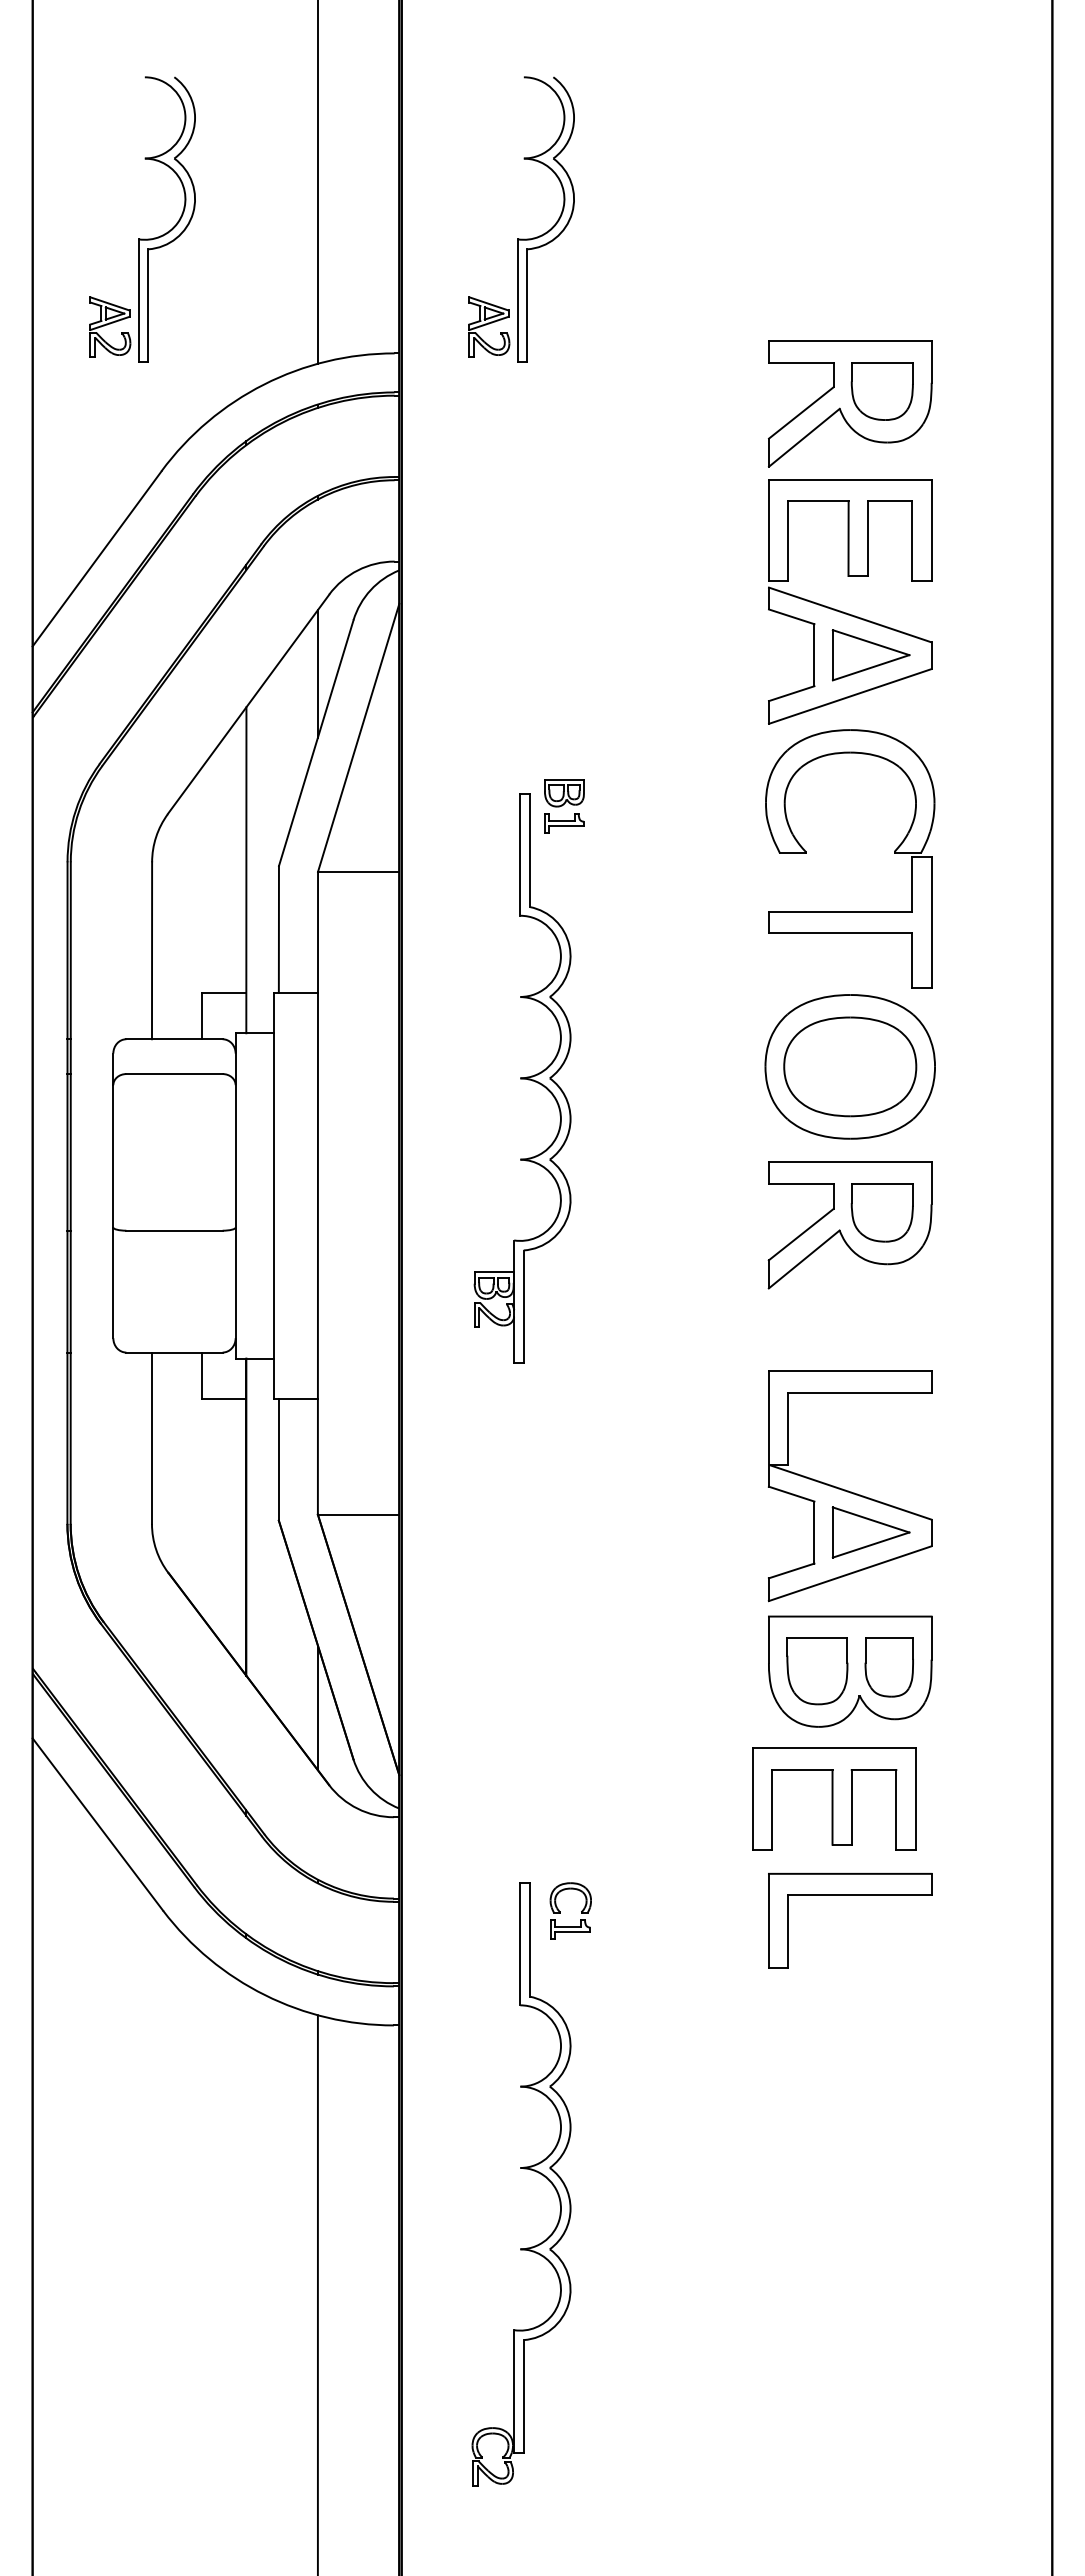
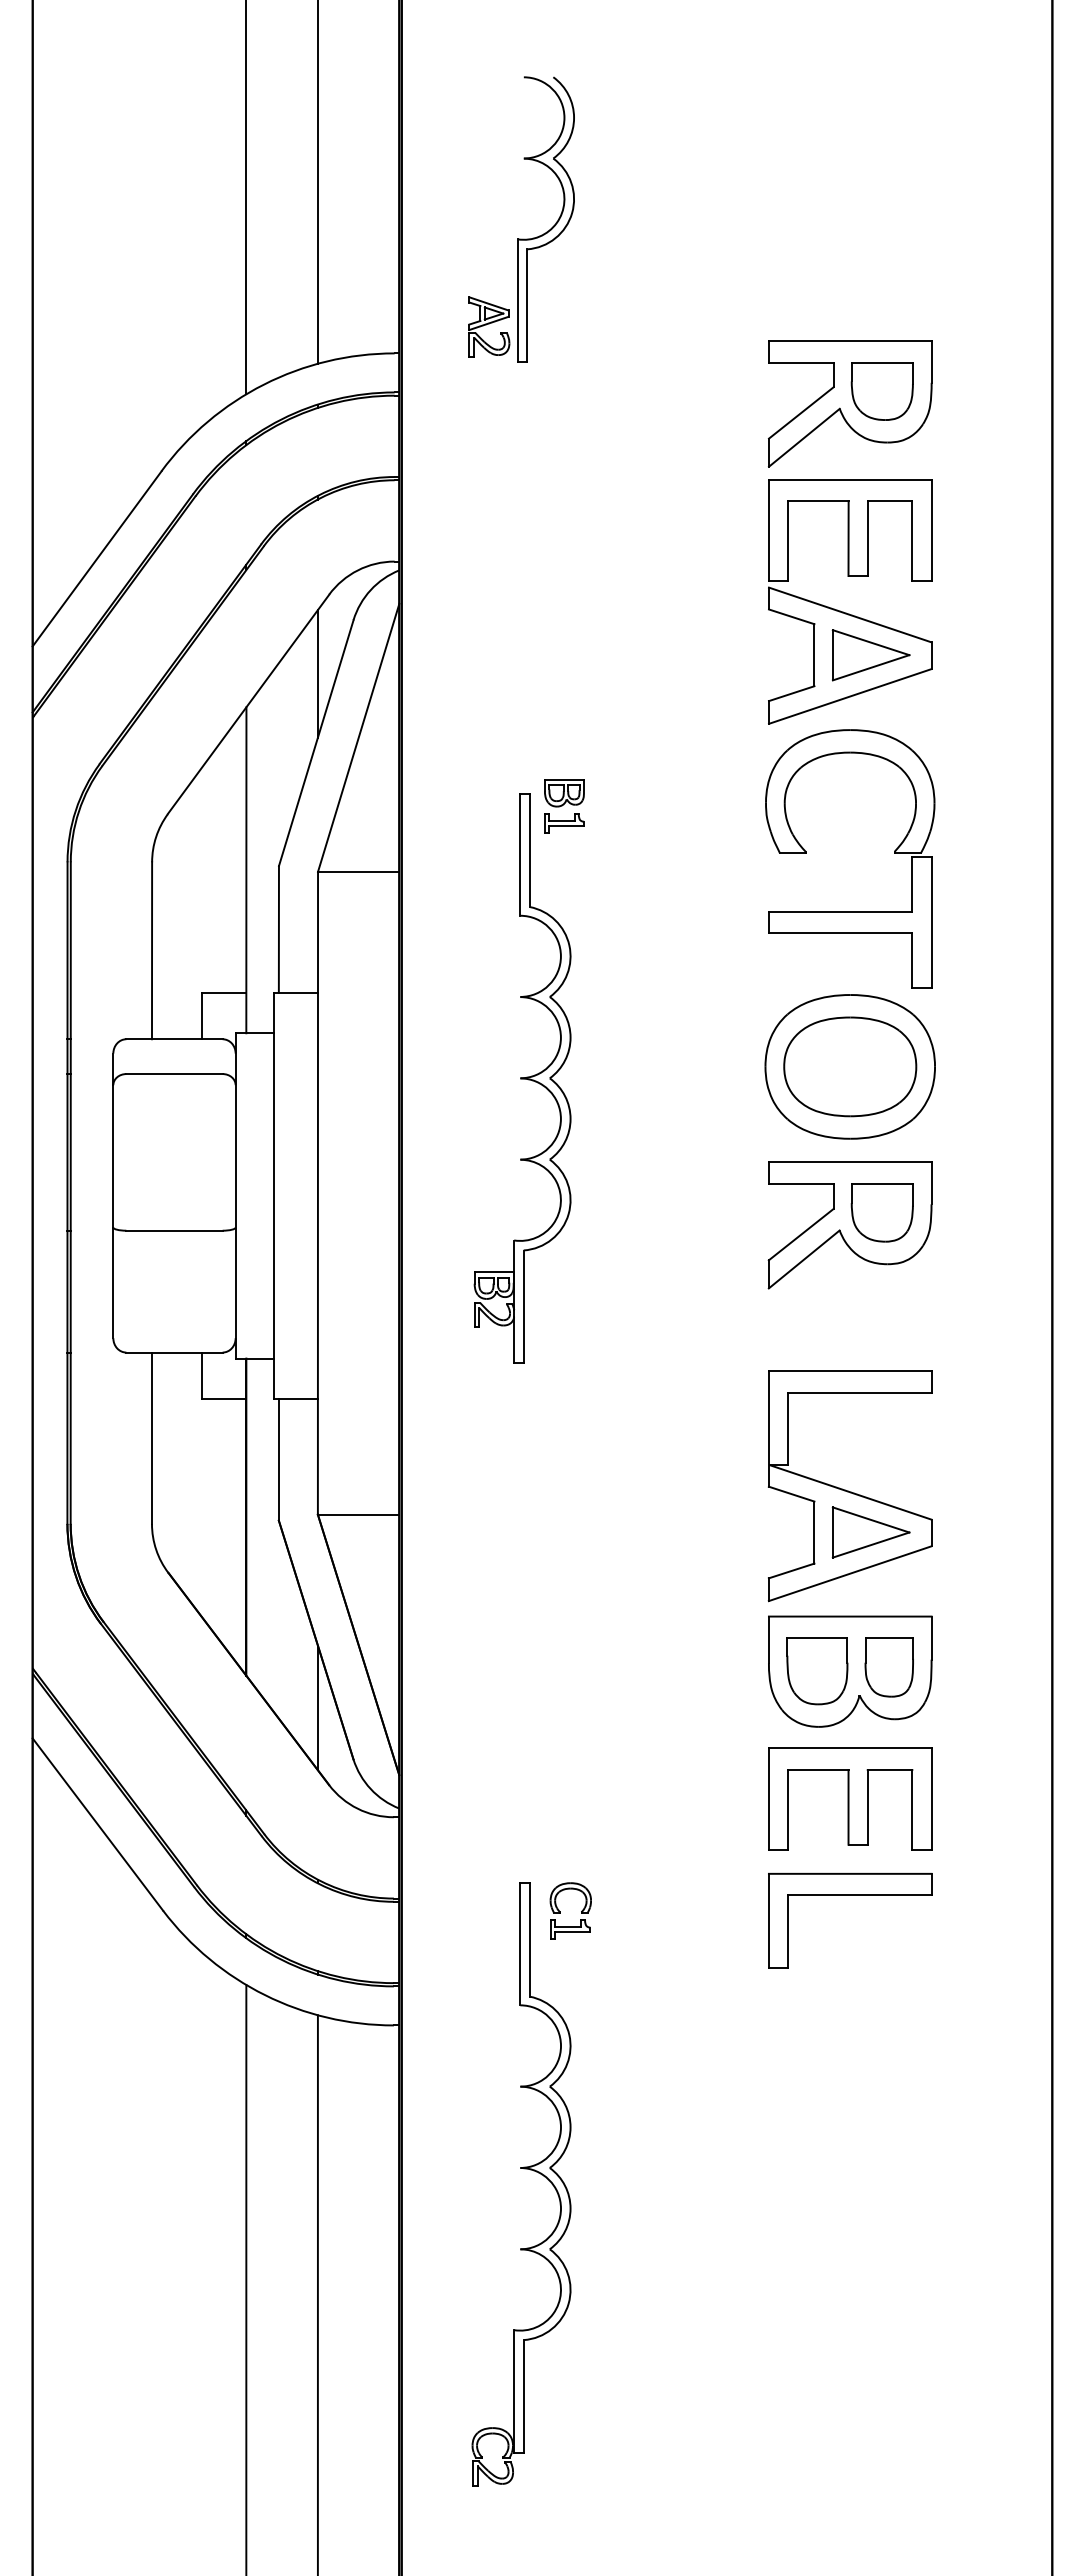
line at (246, 198): none -> present
part at (142, 238): present -> none
part at (834, 1798) position: (834, 1798) -> (850, 1798)
line at (246, 2278): none -> present
